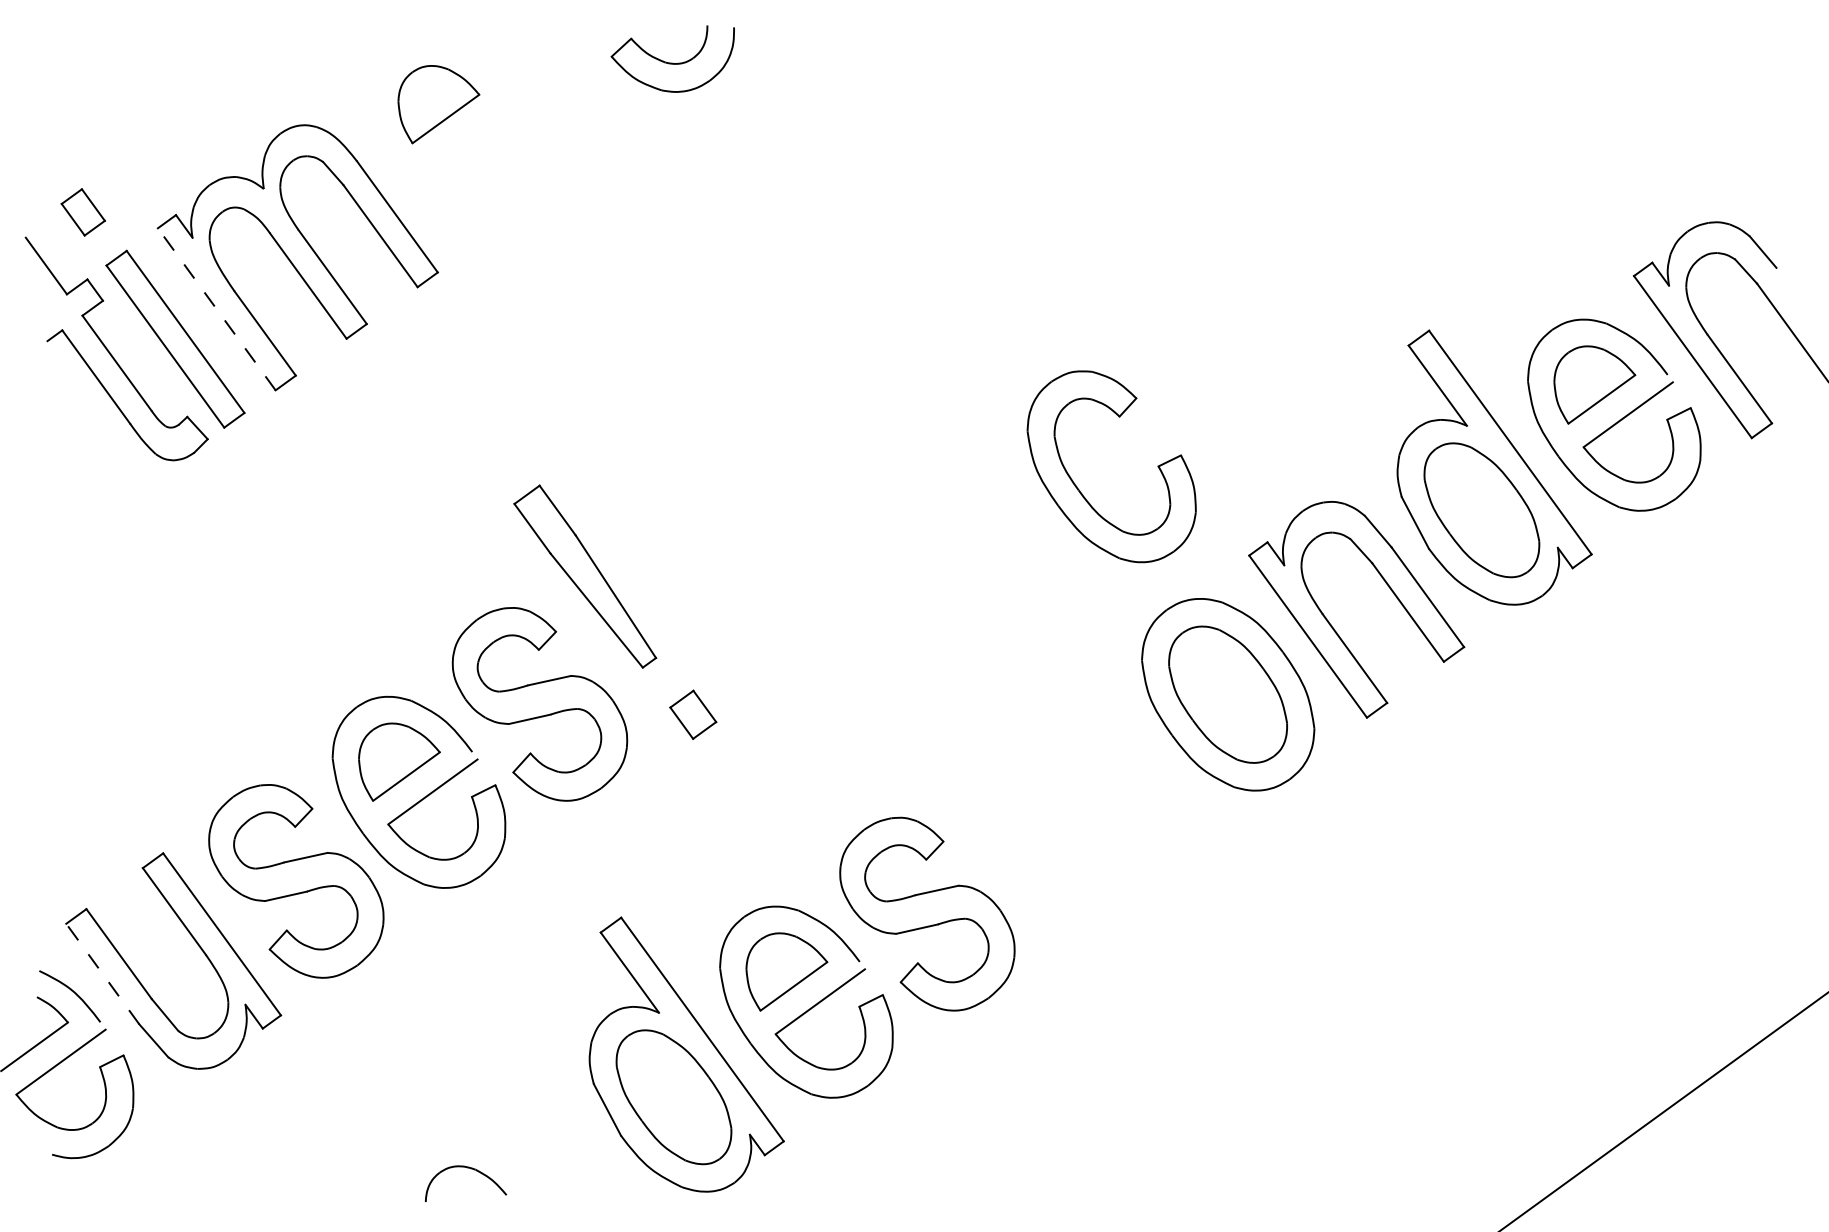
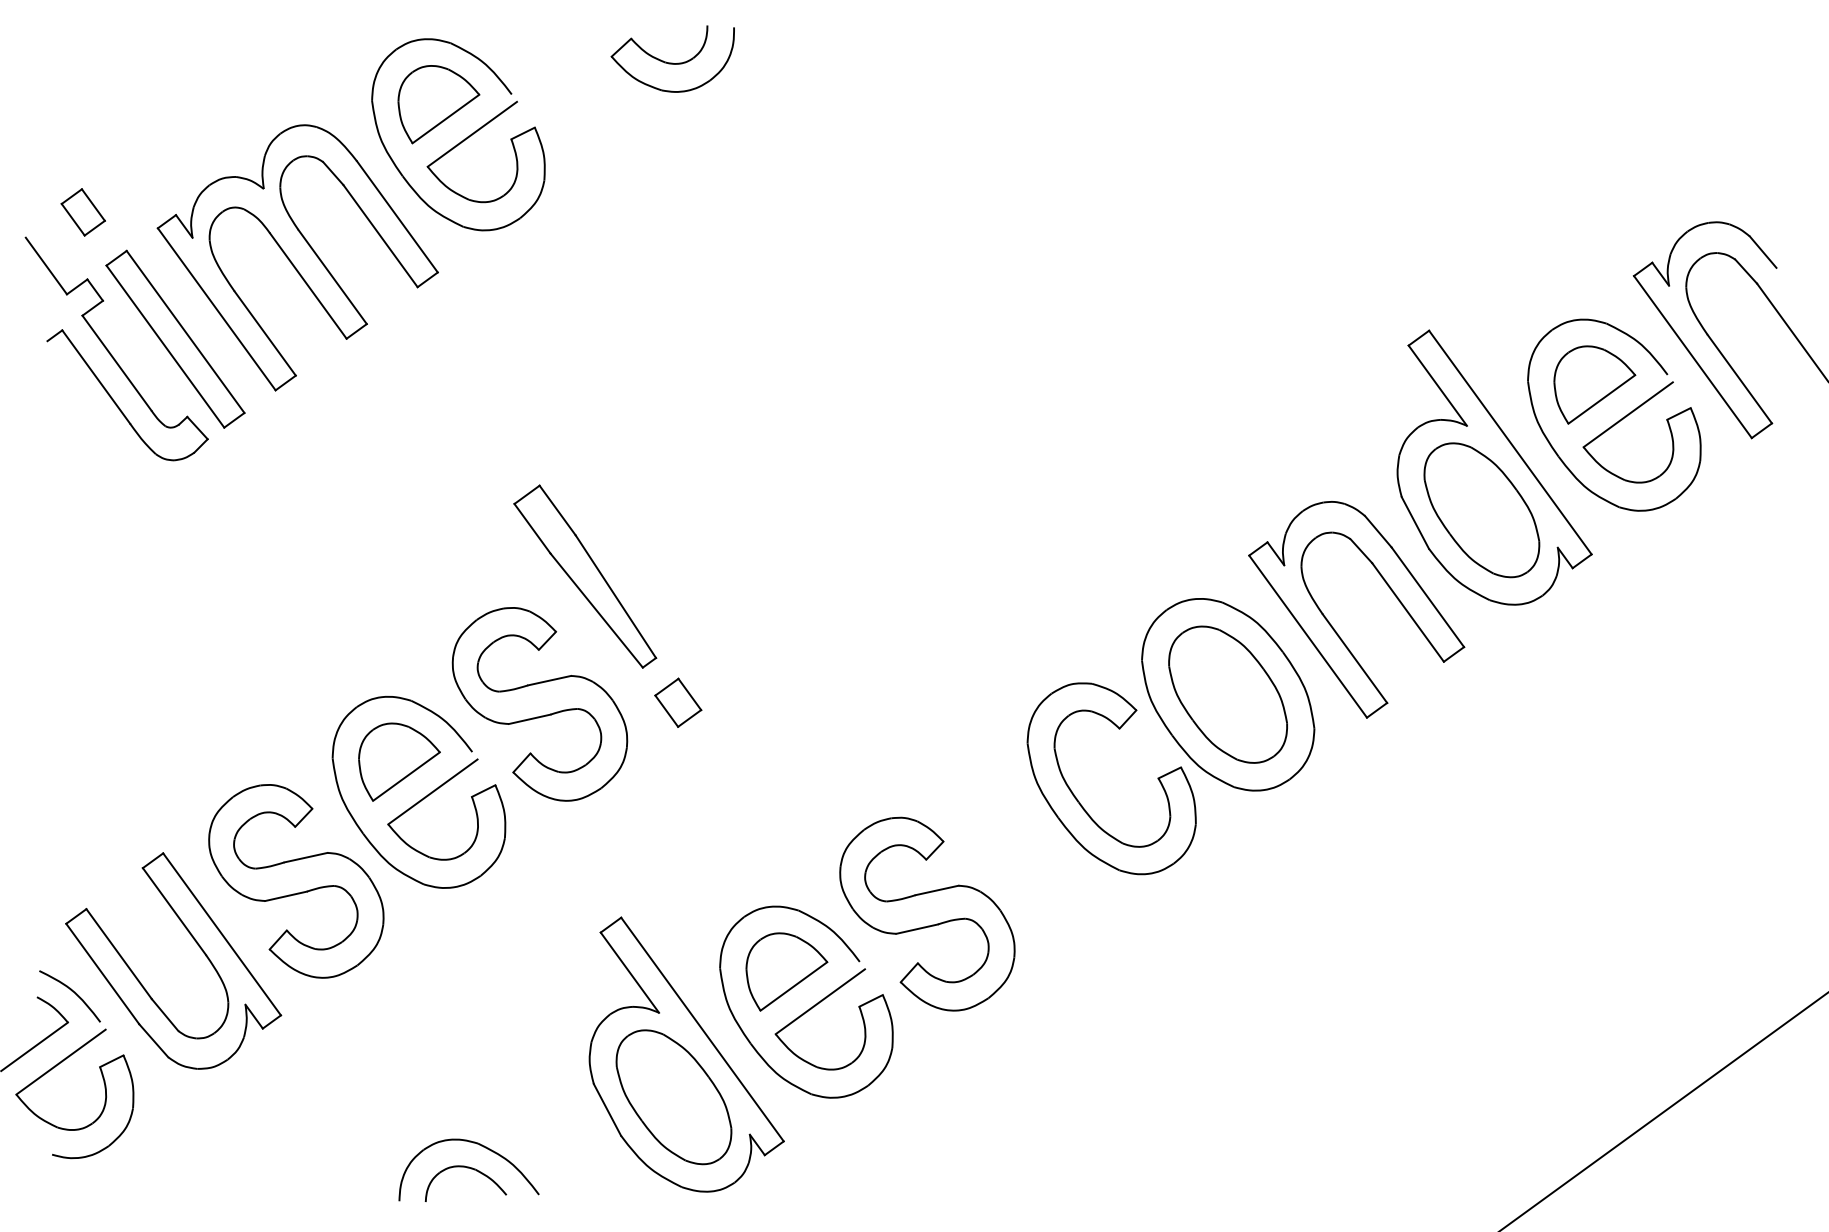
part at (463, 139): none -> present
line at (216, 308): dashed -> solid
part at (1080, 490) position: (1080, 490) -> (1080, 802)
part at (693, 714) position: (693, 714) -> (678, 702)
line at (102, 973): dashed -> solid
part at (479, 1145): none -> present
